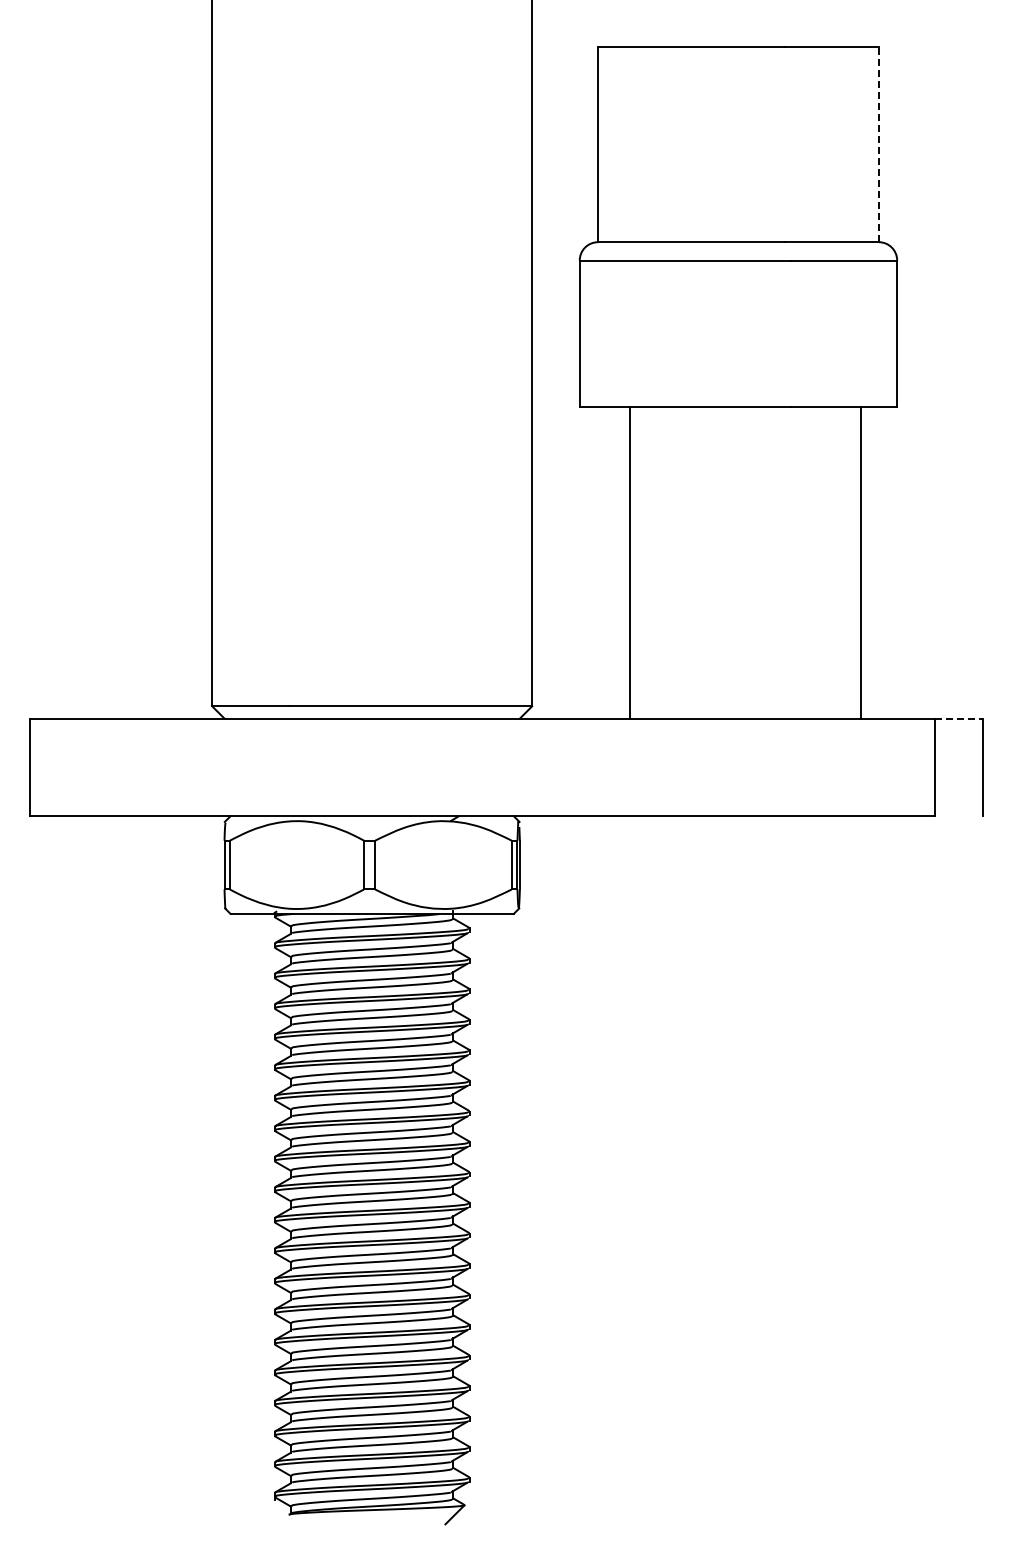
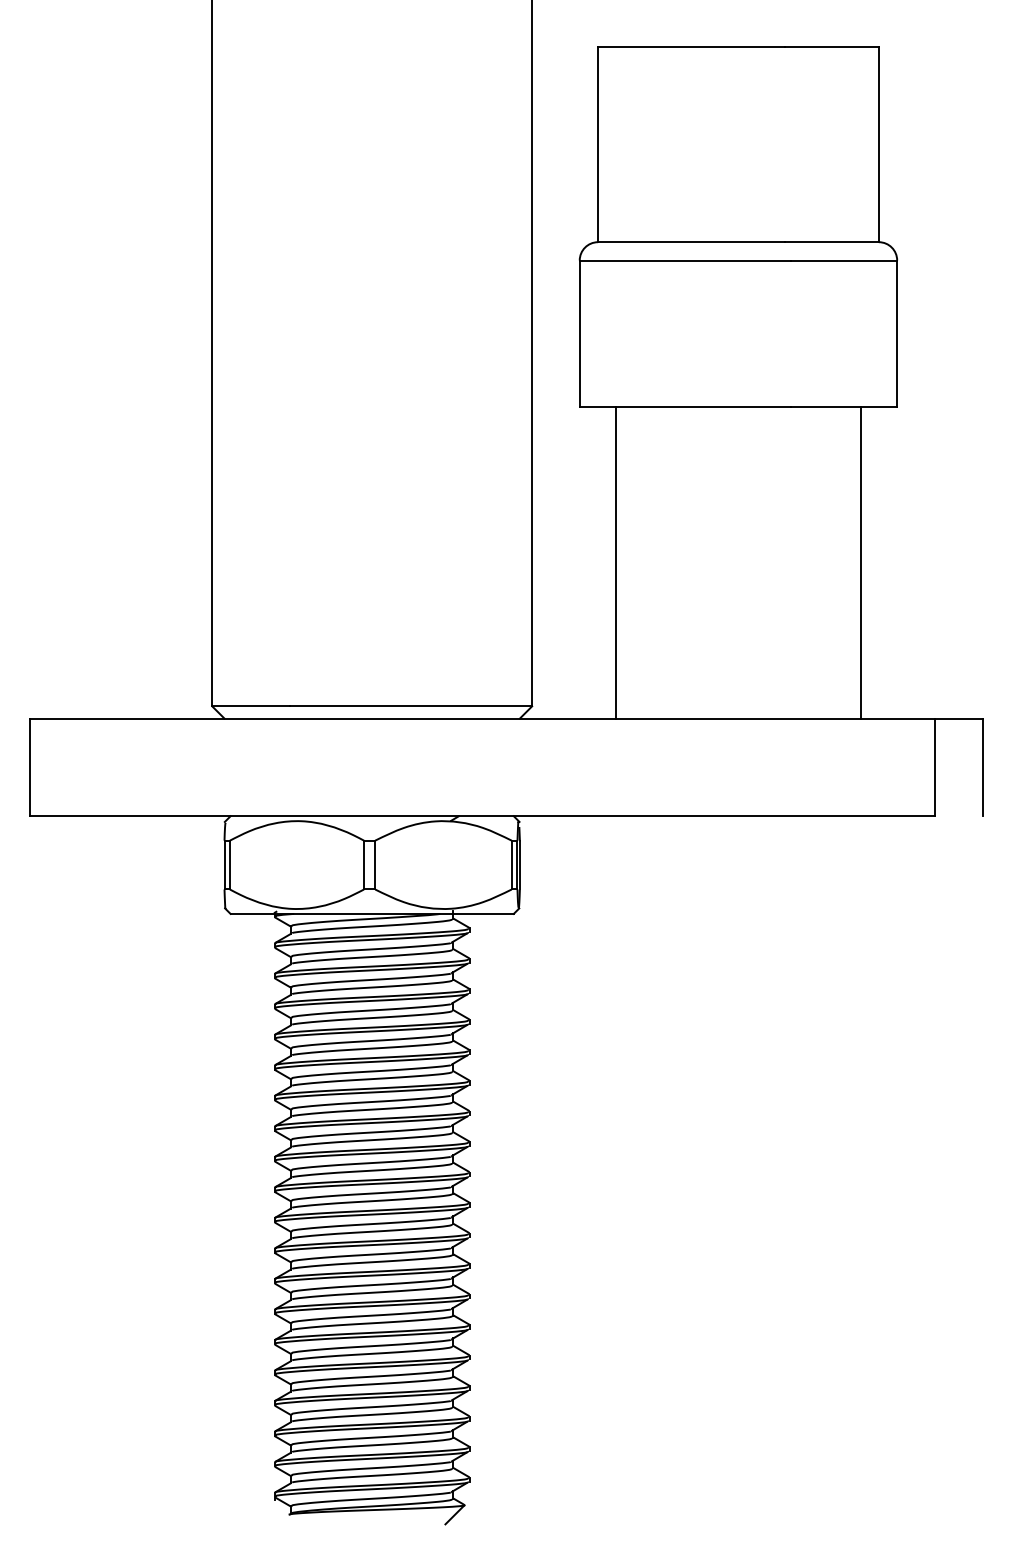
line at (878, 144): dashed -> solid
line at (630, 562) position: (630, 562) -> (616, 562)
line at (958, 718): dashed -> solid
